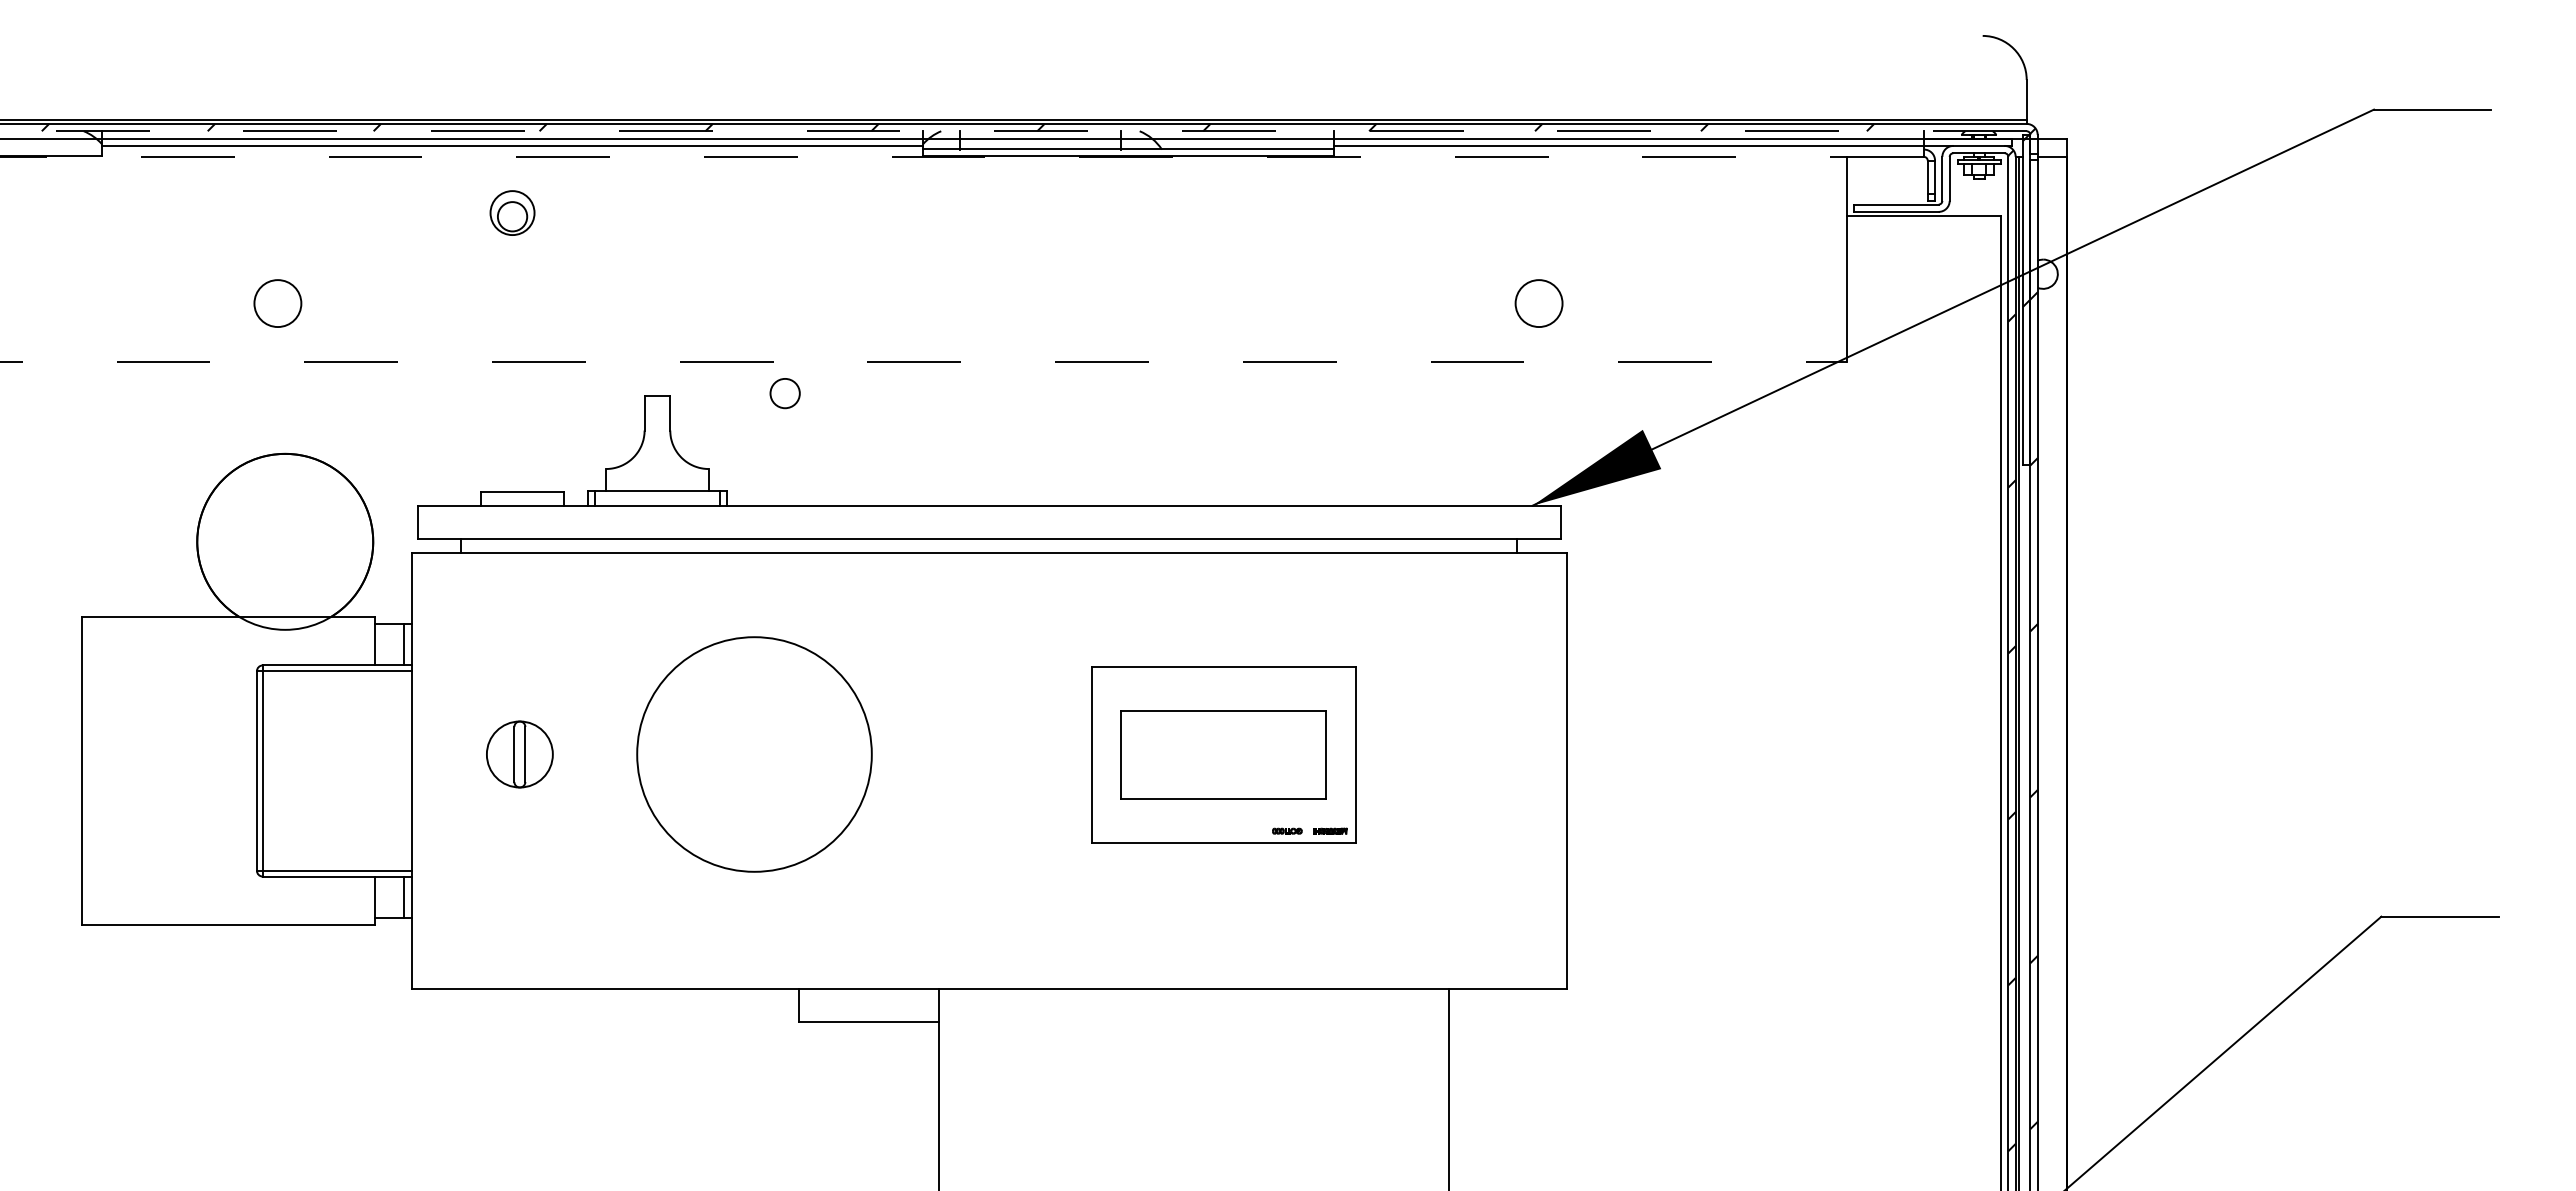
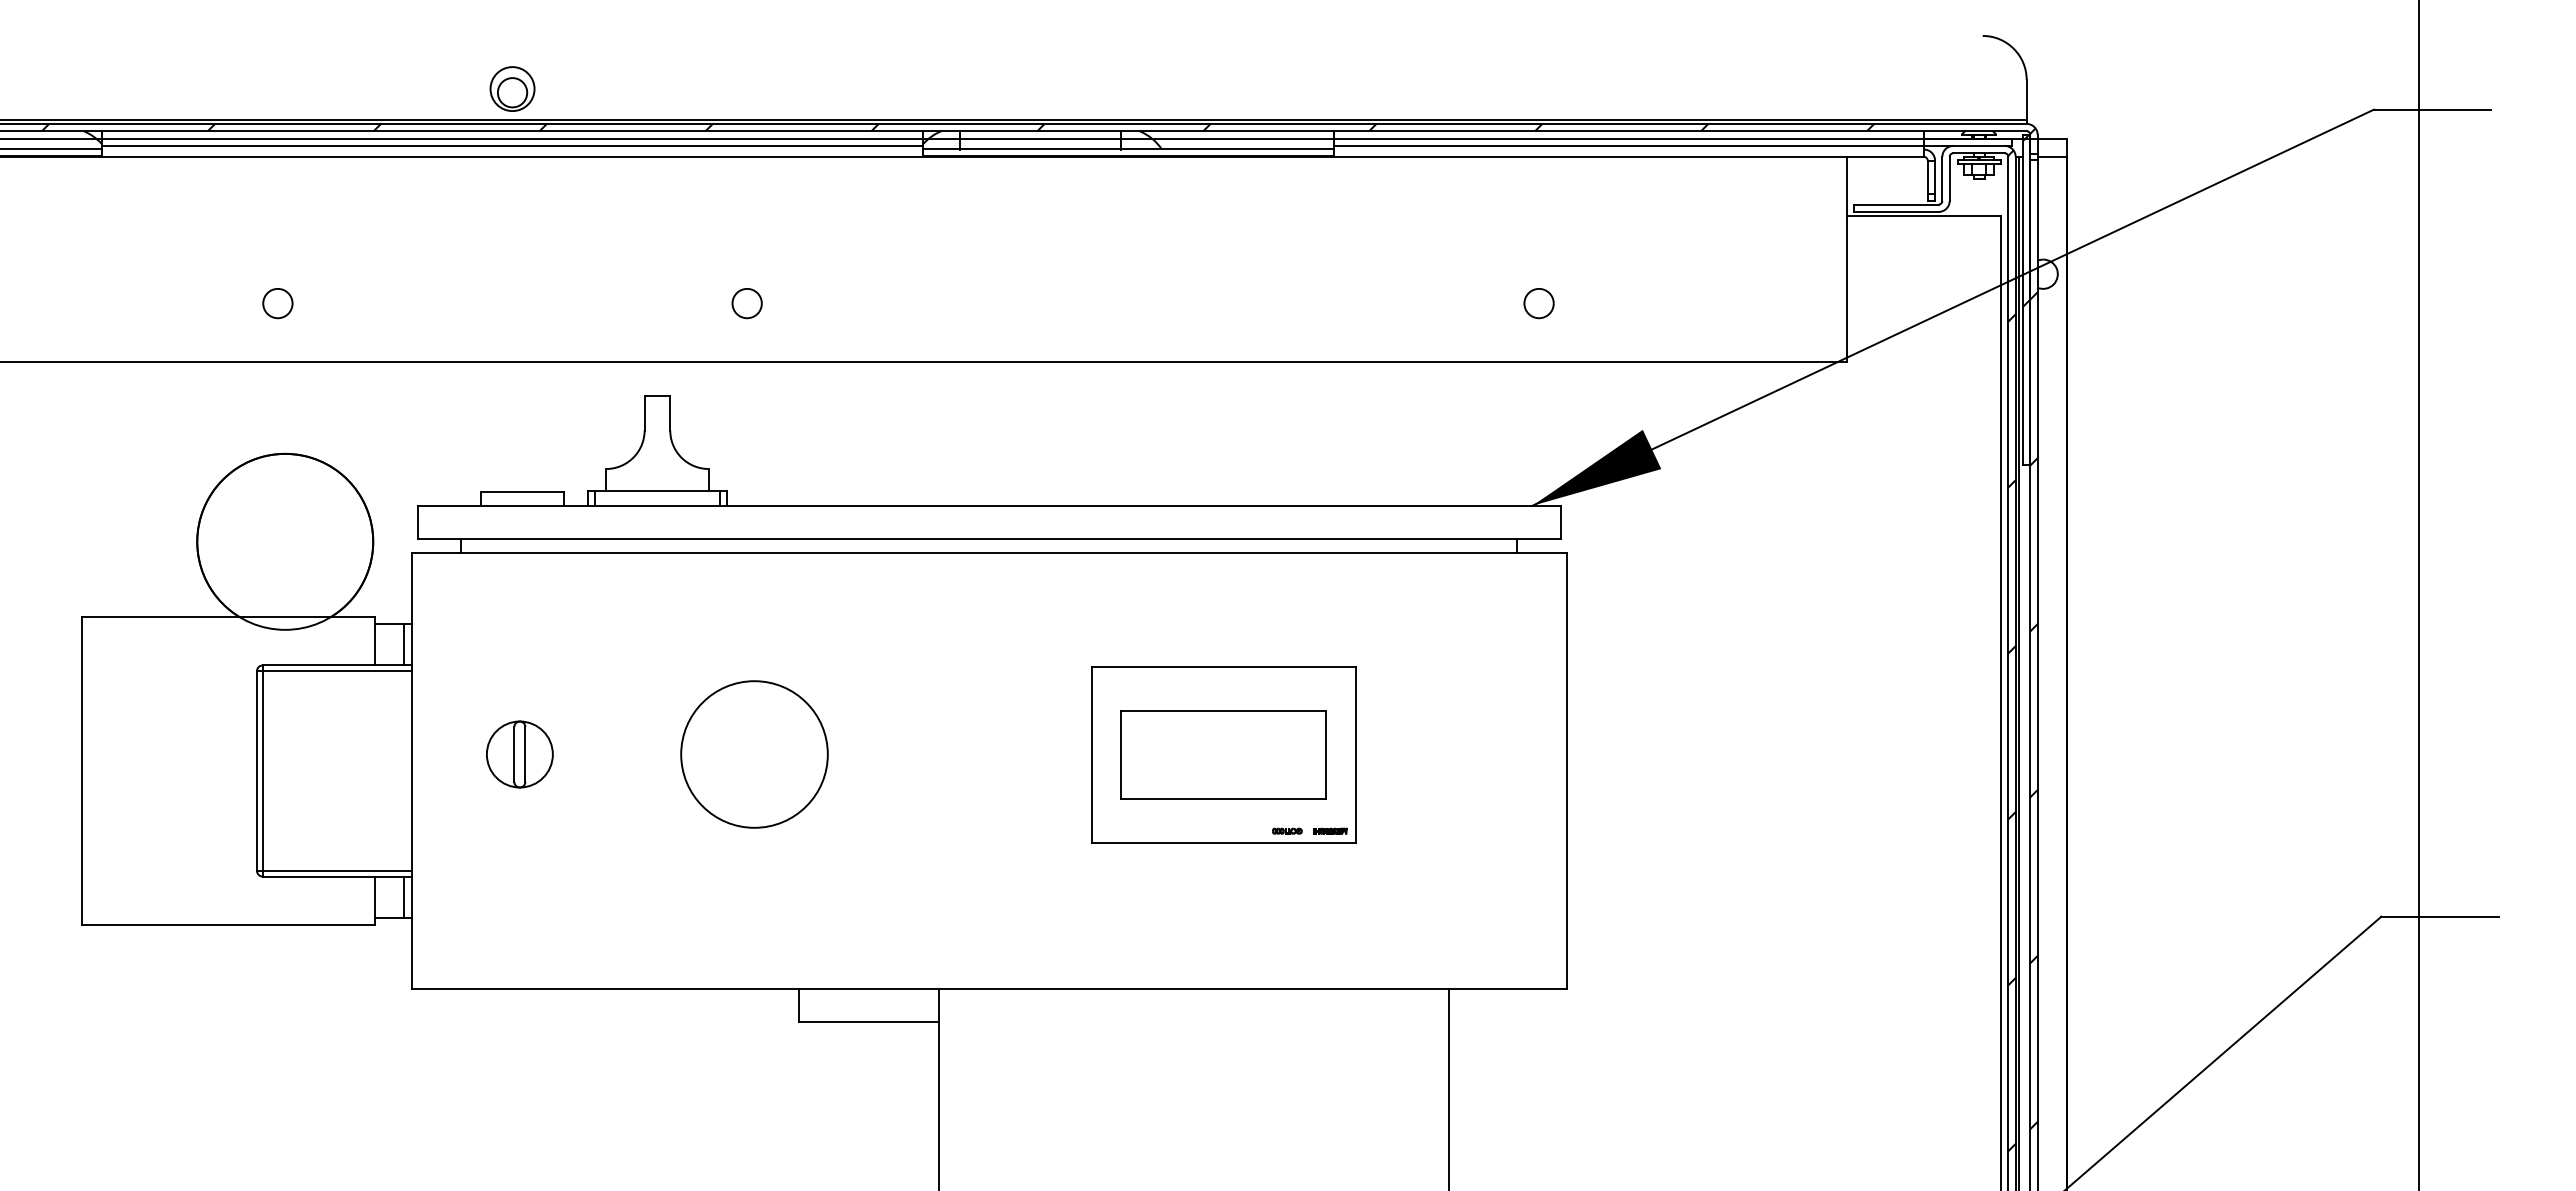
line at (1012, 131): dashed -> solid
line at (51, 149): none -> present
line at (962, 156): dashed -> solid
part at (512, 212) position: (512, 212) -> (512, 88)
circle at (277, 303) diameter: 47 px -> 29 px
circle at (1538, 303) diameter: 47 px -> 29 px
line at (924, 362): dashed -> solid
circle at (784, 393) position: (784, 393) -> (746, 303)
line at (2418, 594): none -> present
circle at (754, 754) diameter: 235 px -> 147 px
